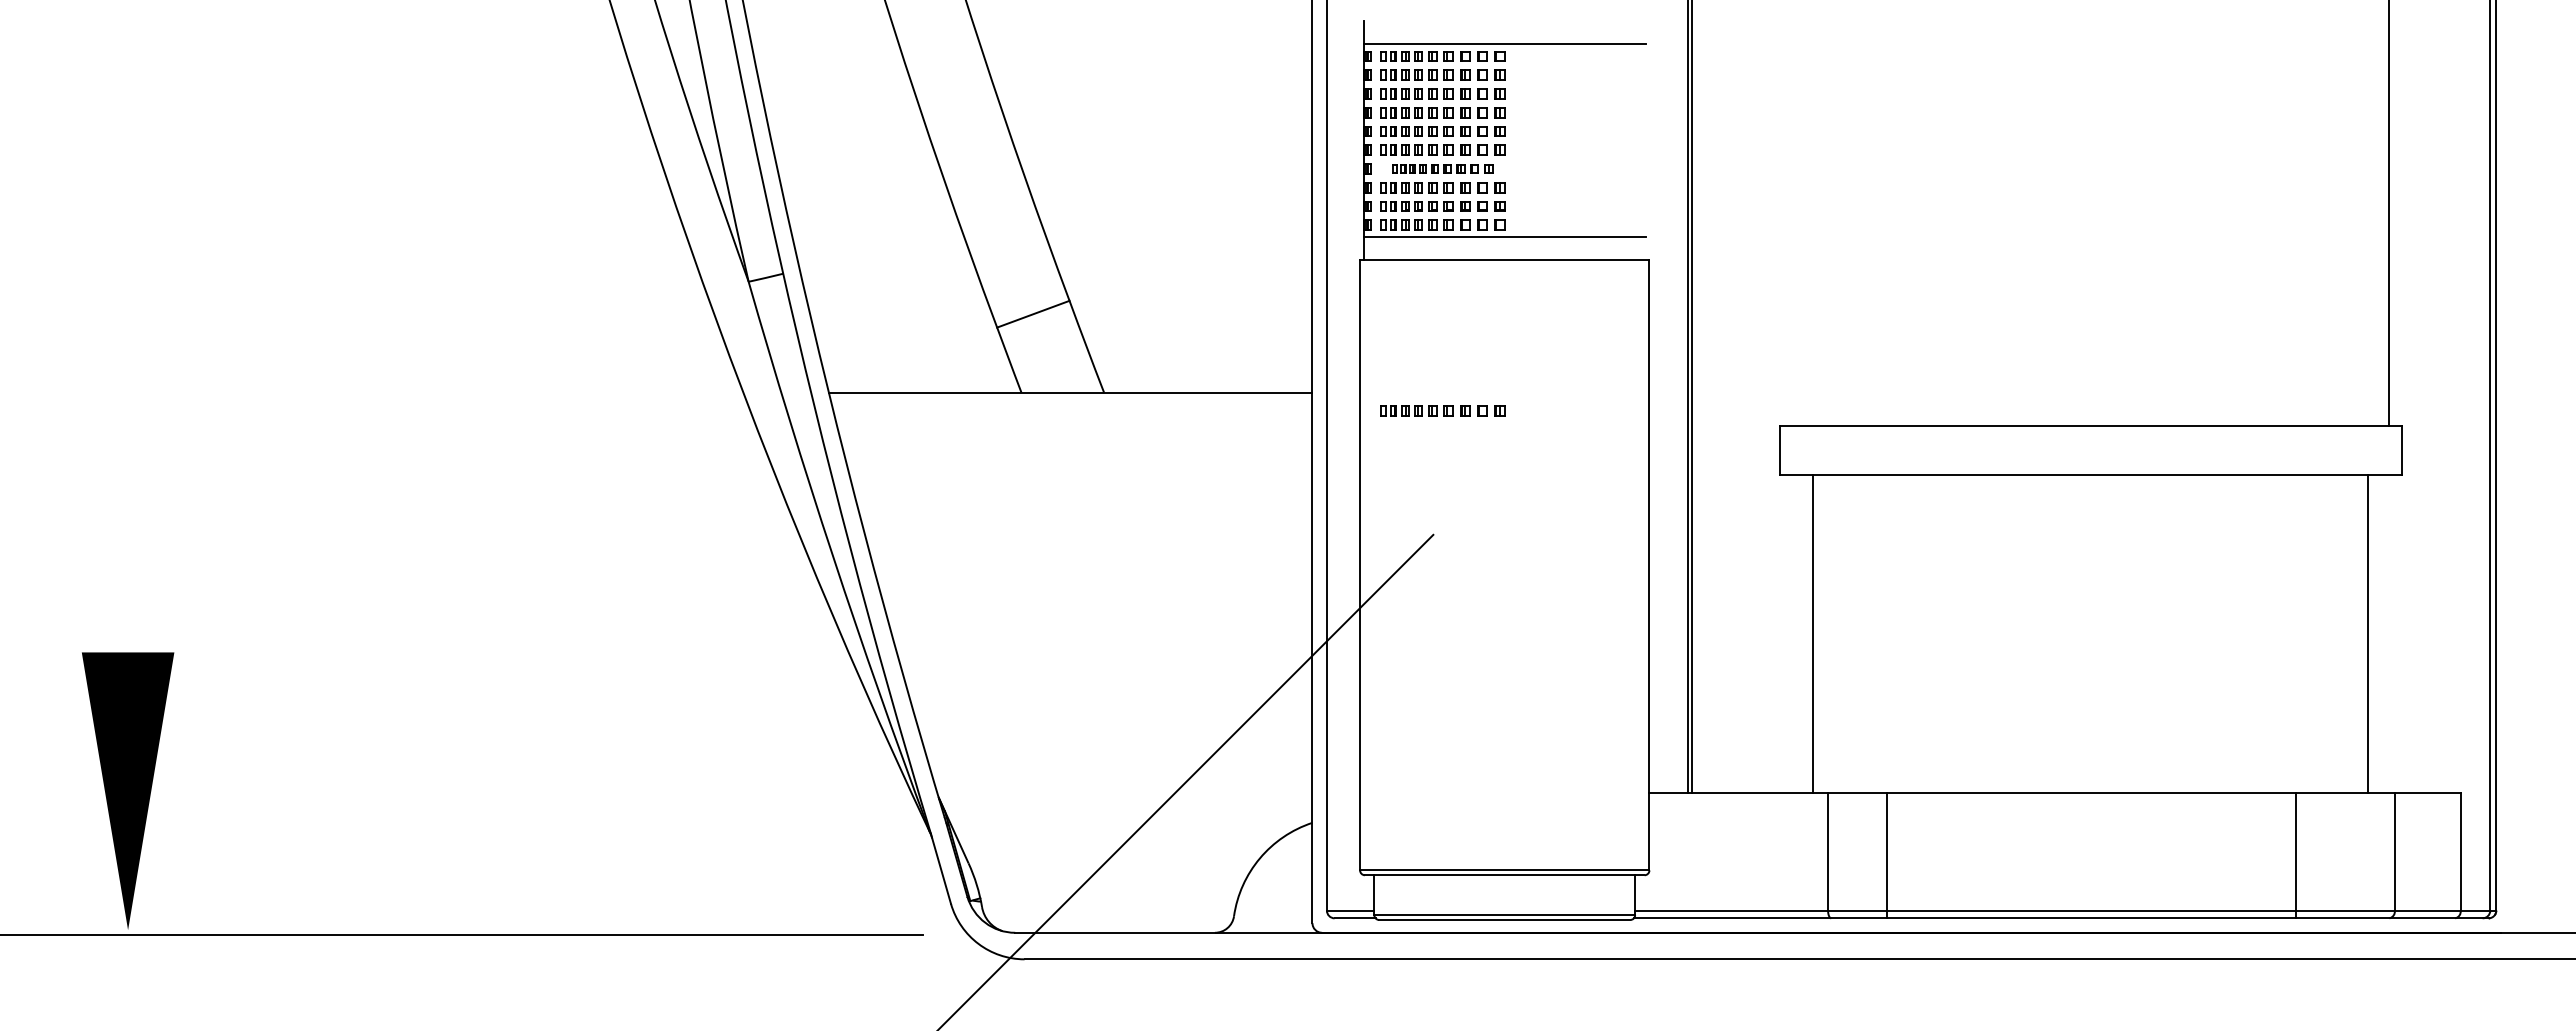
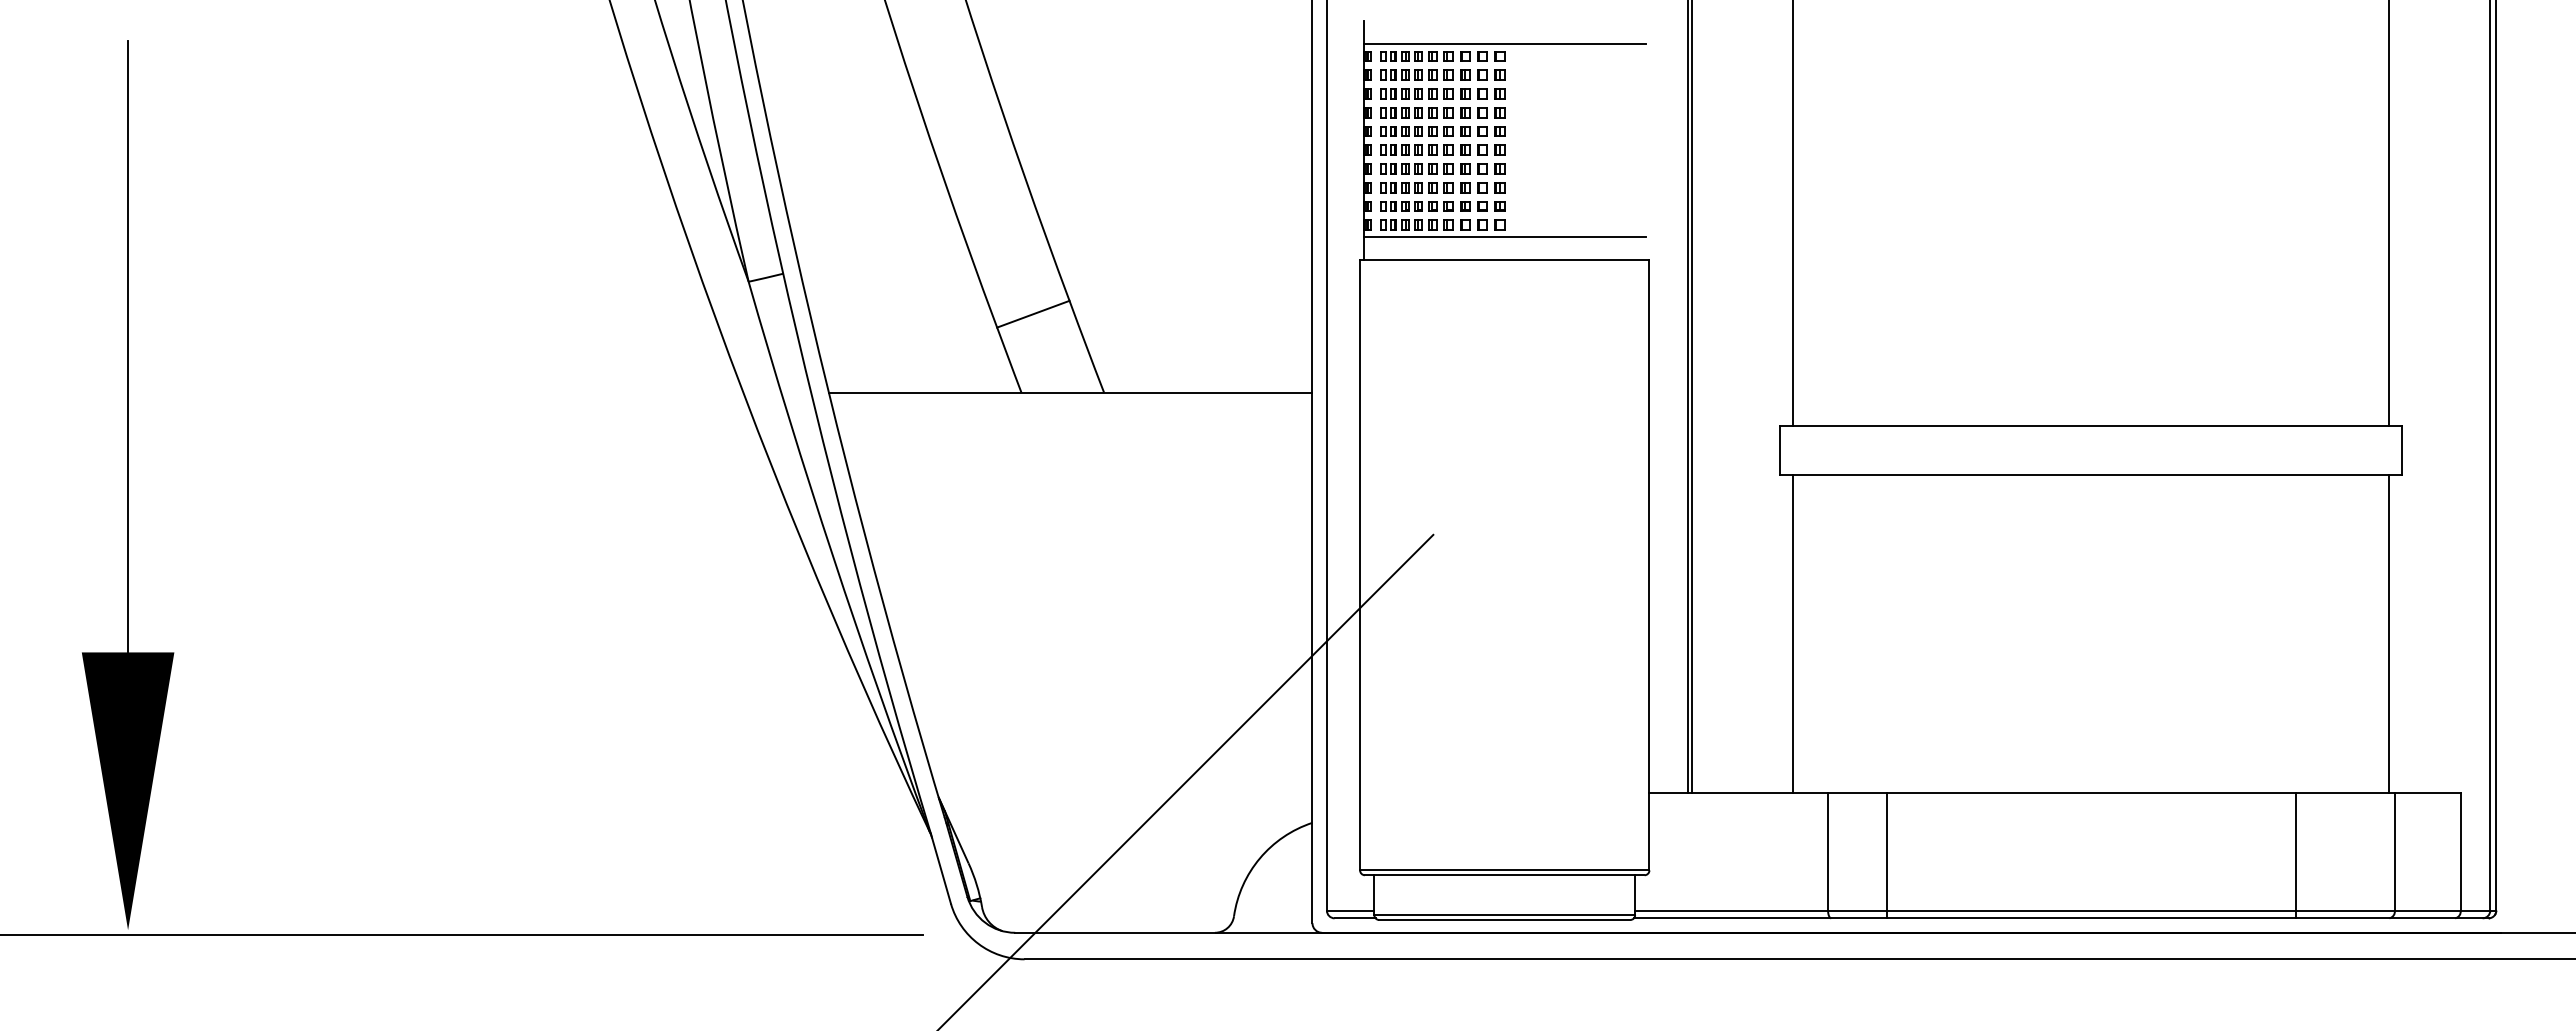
part at (1442, 168) size: 102x10 px -> 126x12 px
line at (1793, 214): none -> present
line at (128, 346): none -> present
part at (1442, 410): present -> none
line at (1813, 633) position: (1813, 633) -> (1793, 633)
line at (2368, 633) position: (2368, 633) -> (2389, 633)
